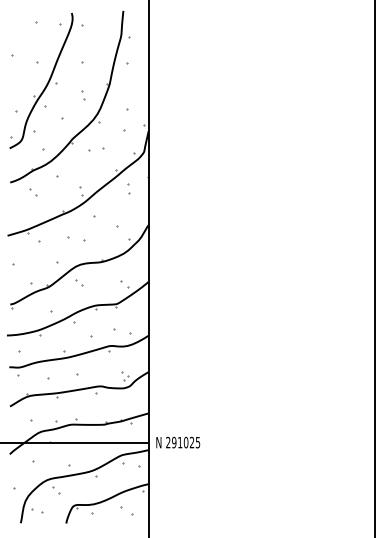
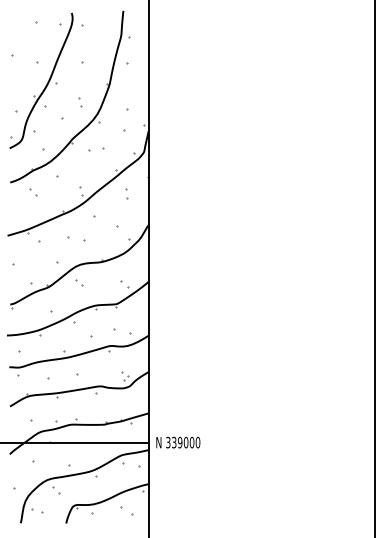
part at (83, 95) position: (83, 95) -> (80, 102)
part at (128, 188) position: (128, 188) -> (126, 193)
text at (183, 442): 291025 -> 339000
